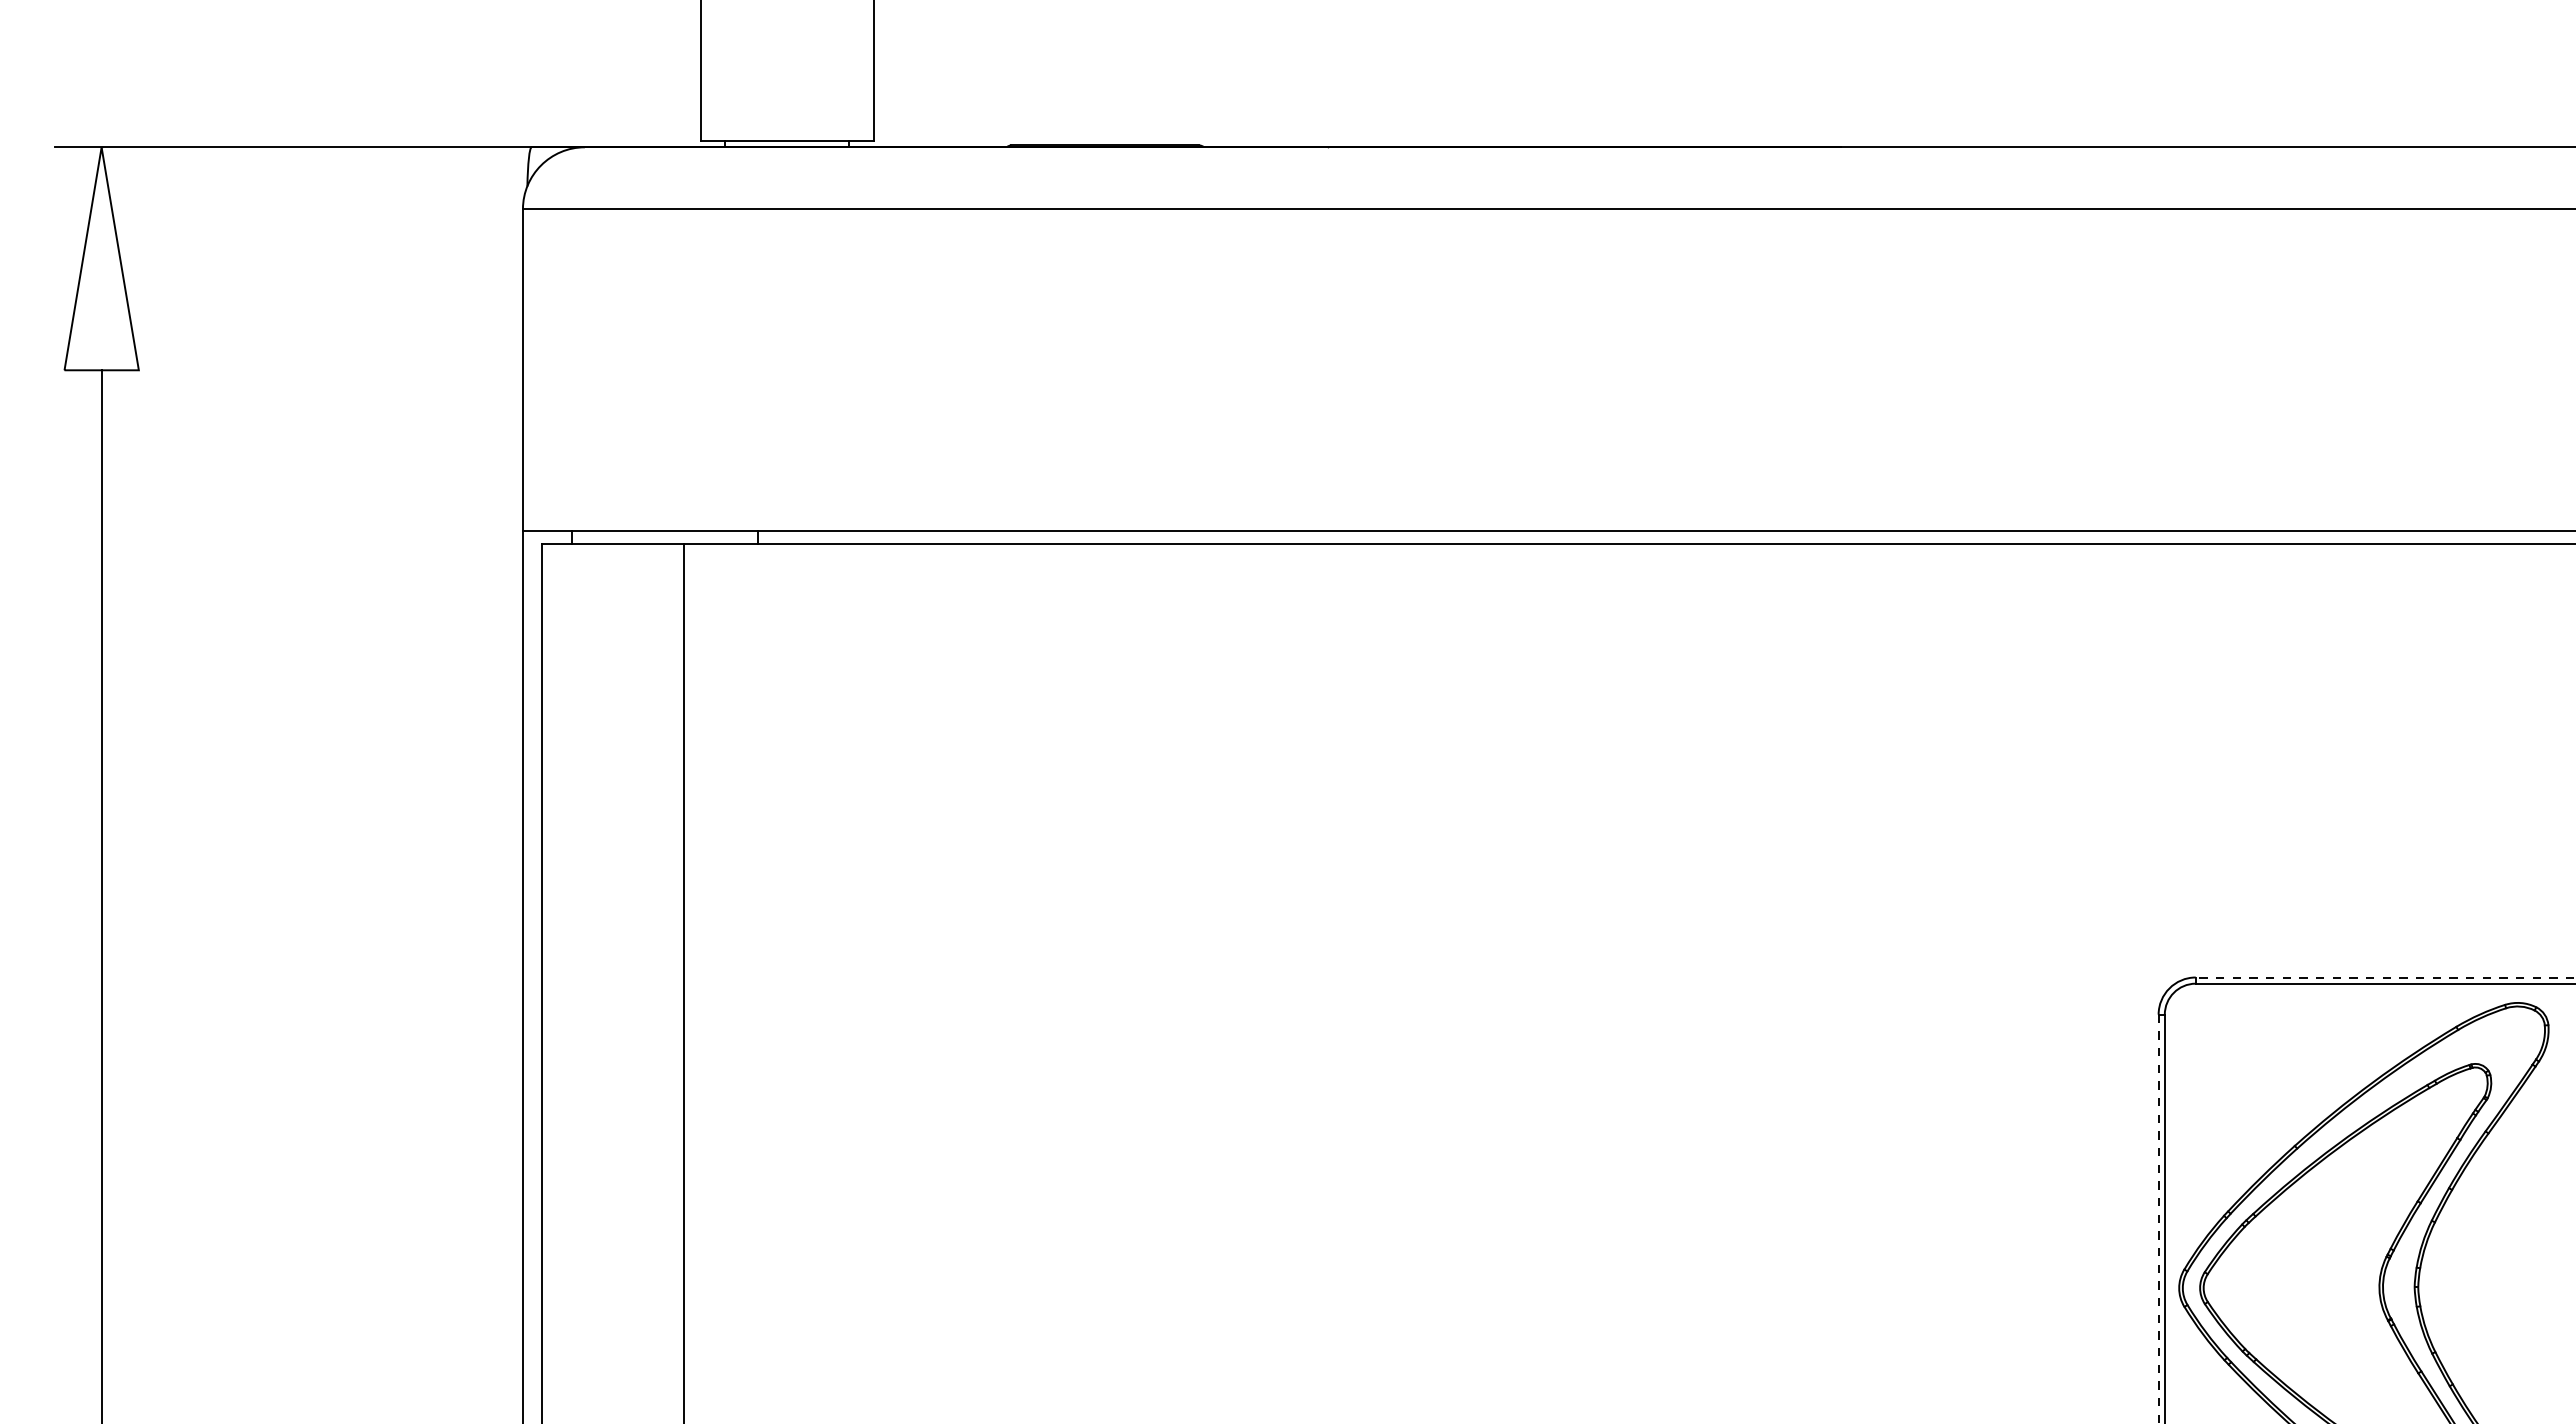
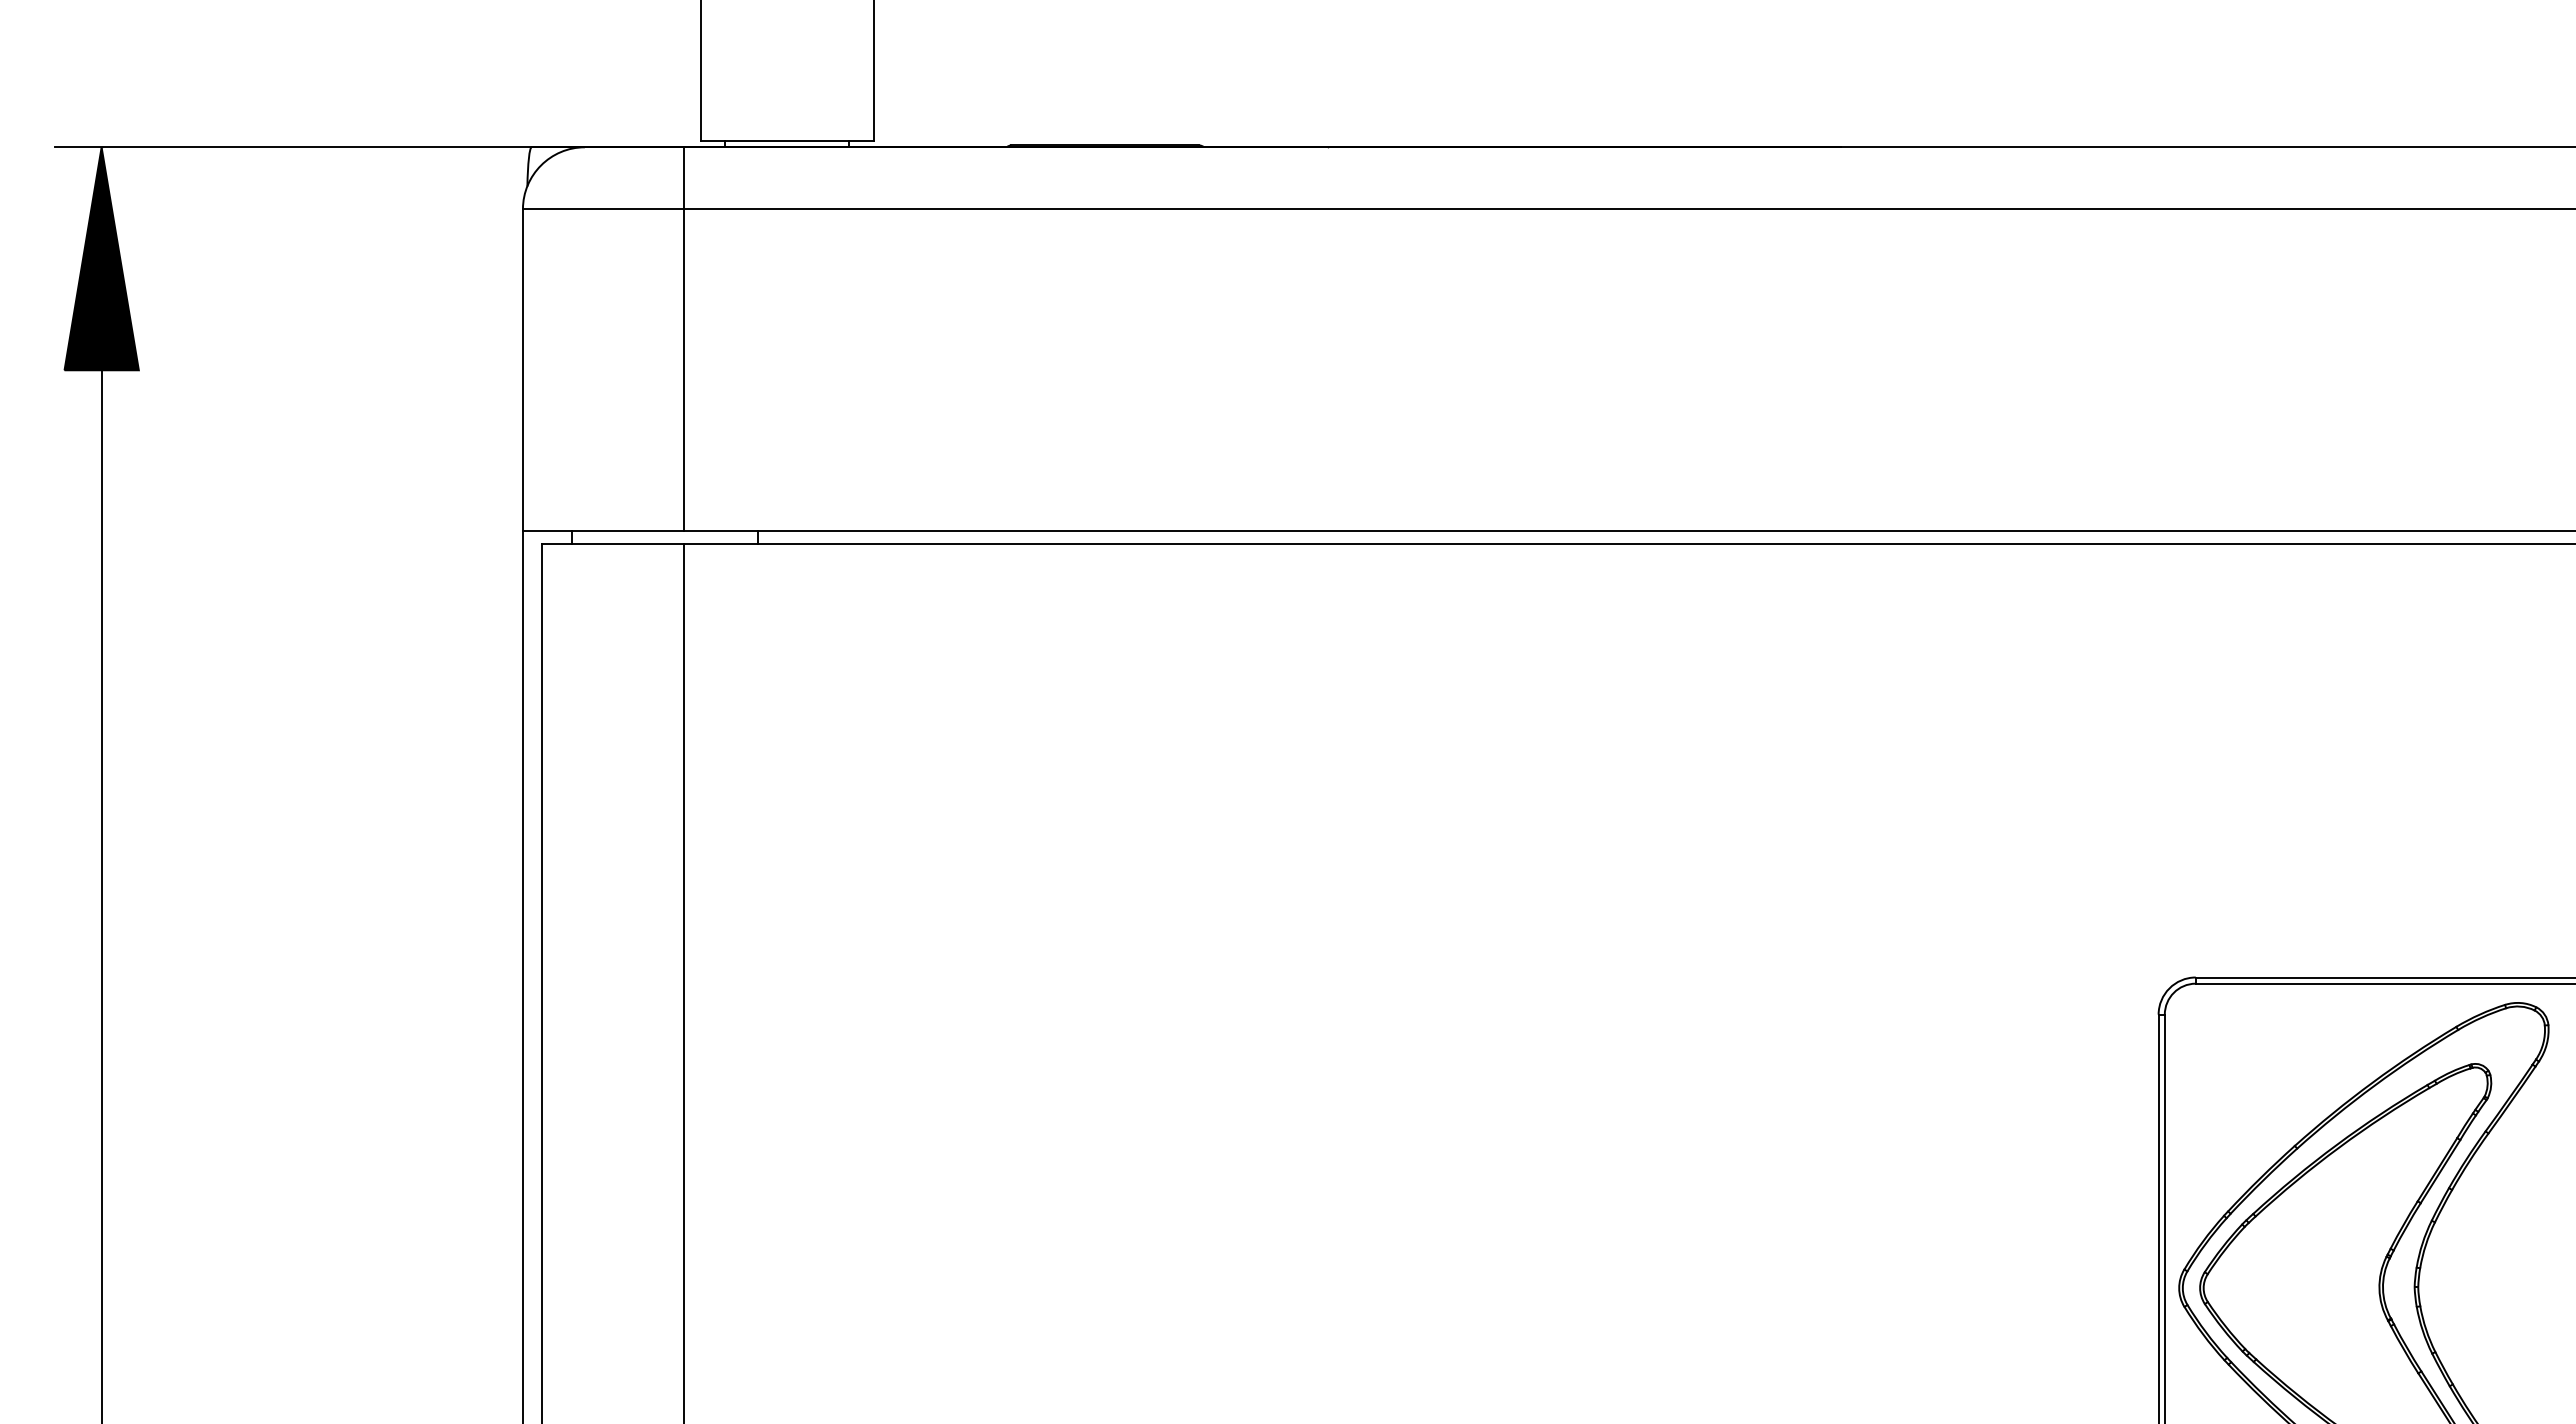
fill at (101, 258): none -> present
line at (684, 339): none -> present
line at (2385, 977): dashed -> solid
line at (2158, 1219): dashed -> solid
